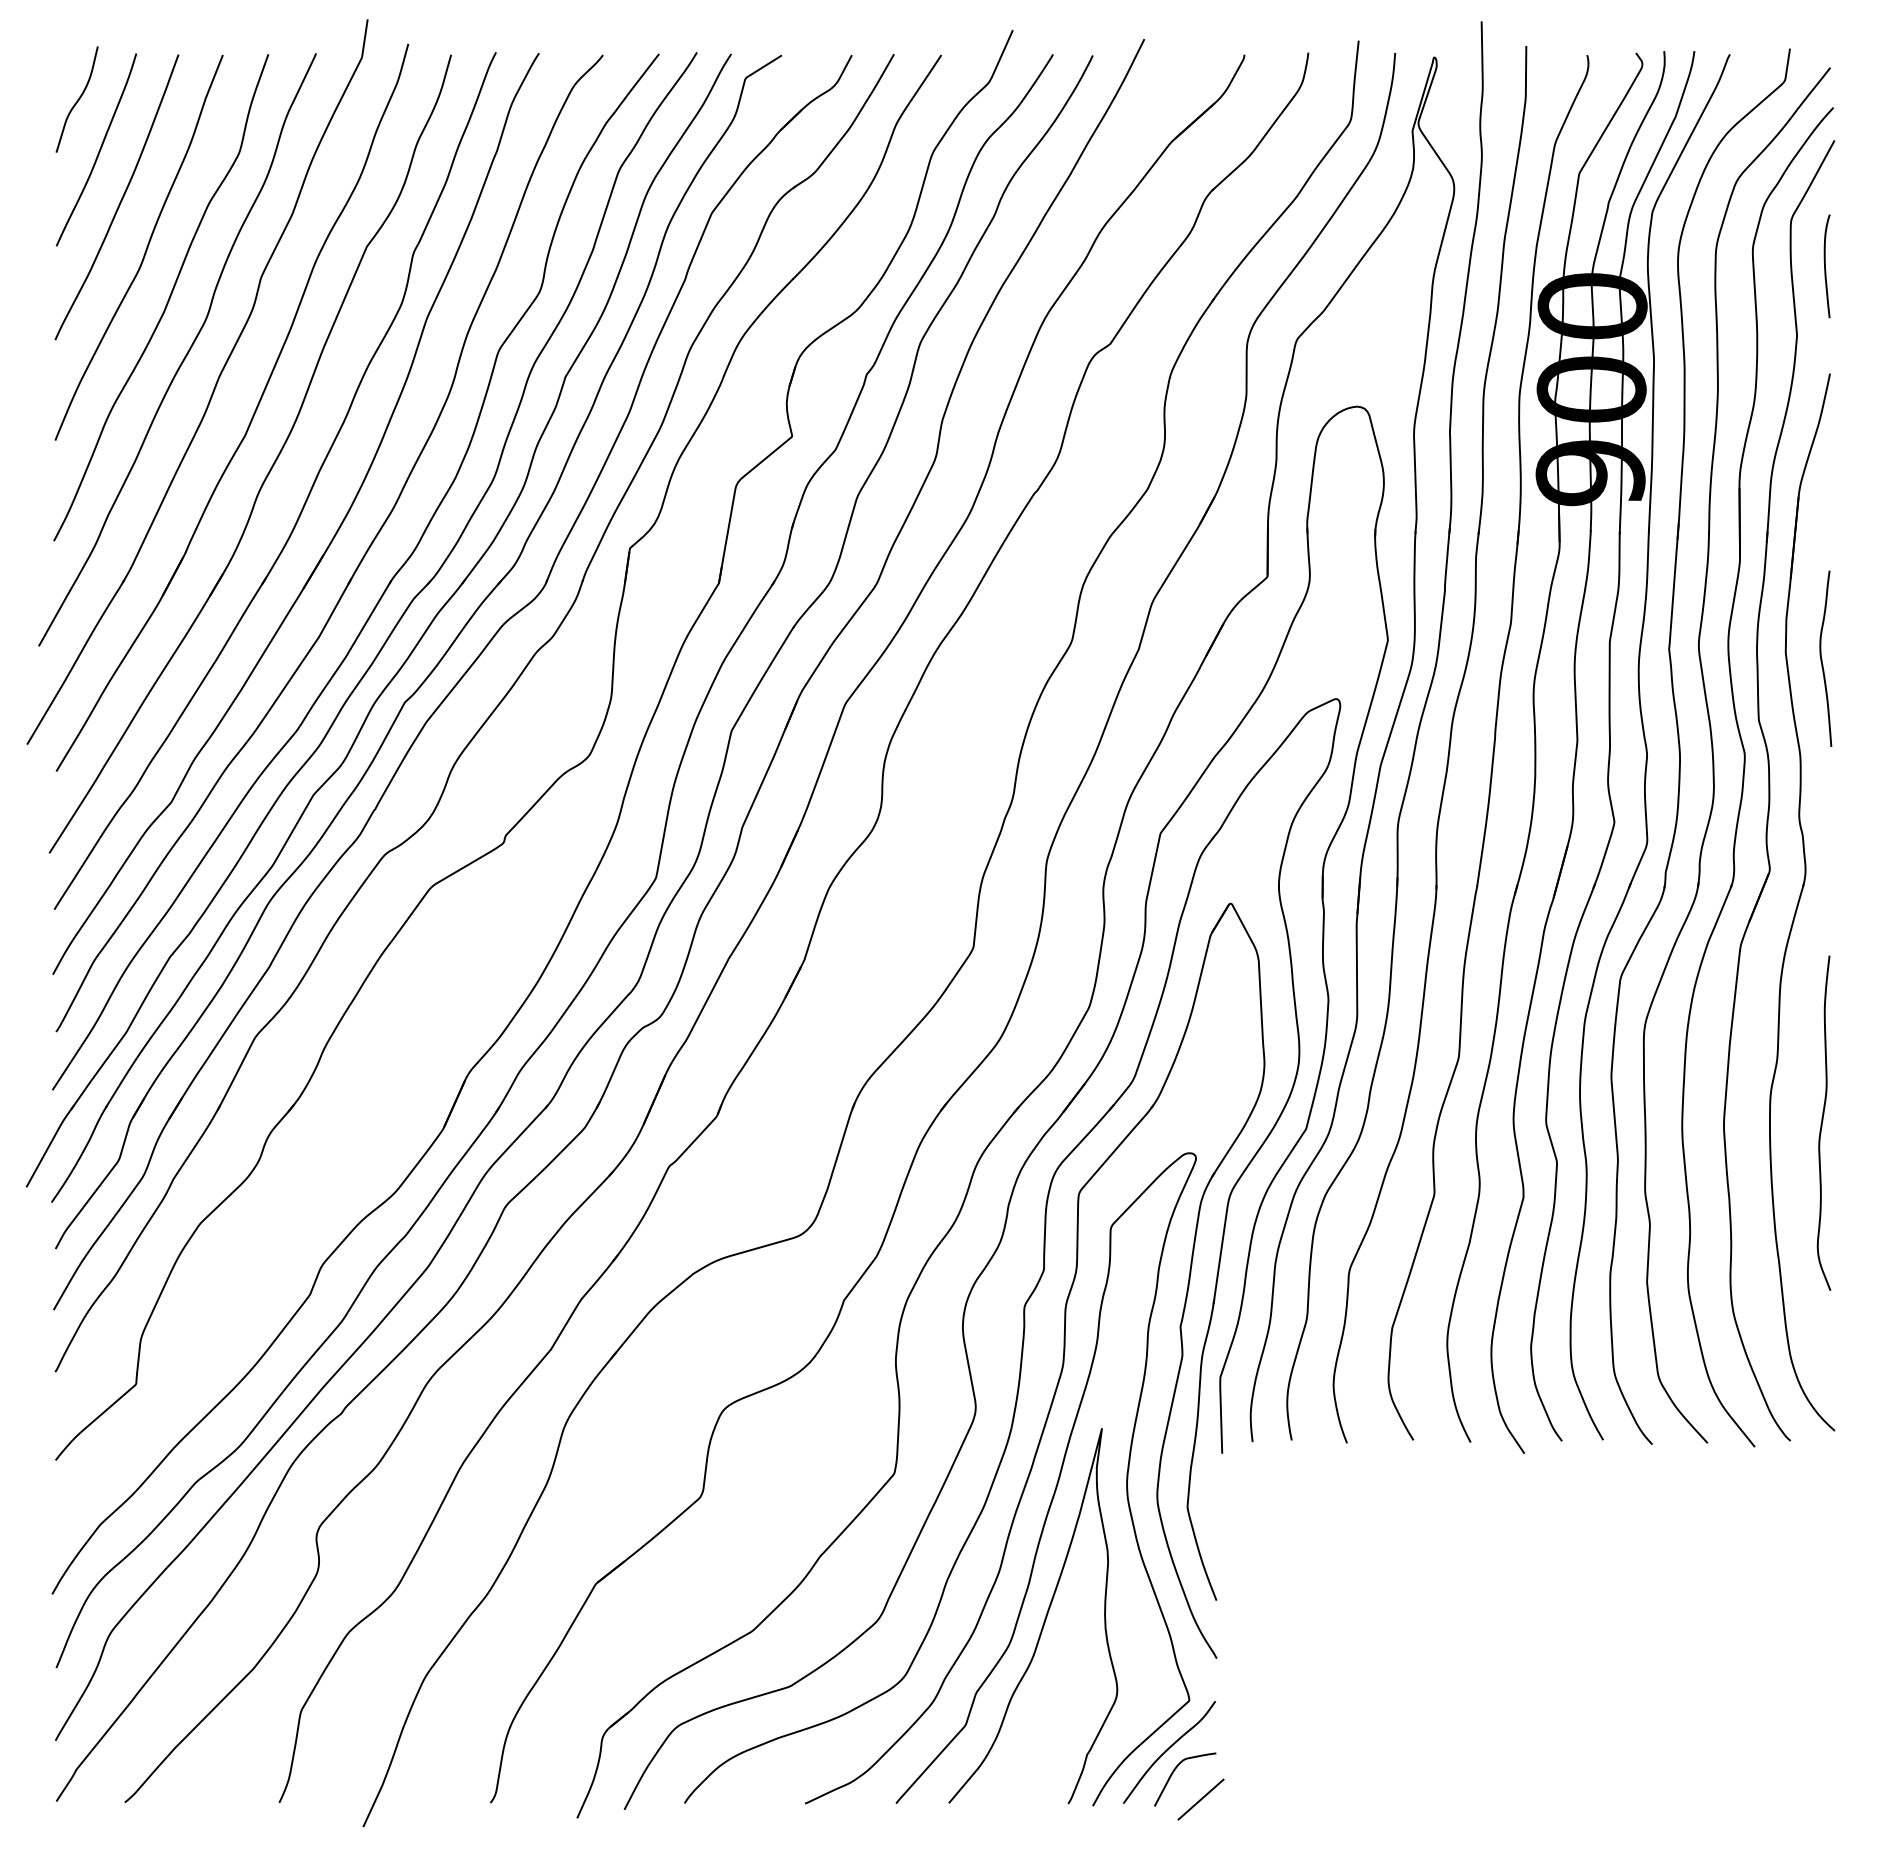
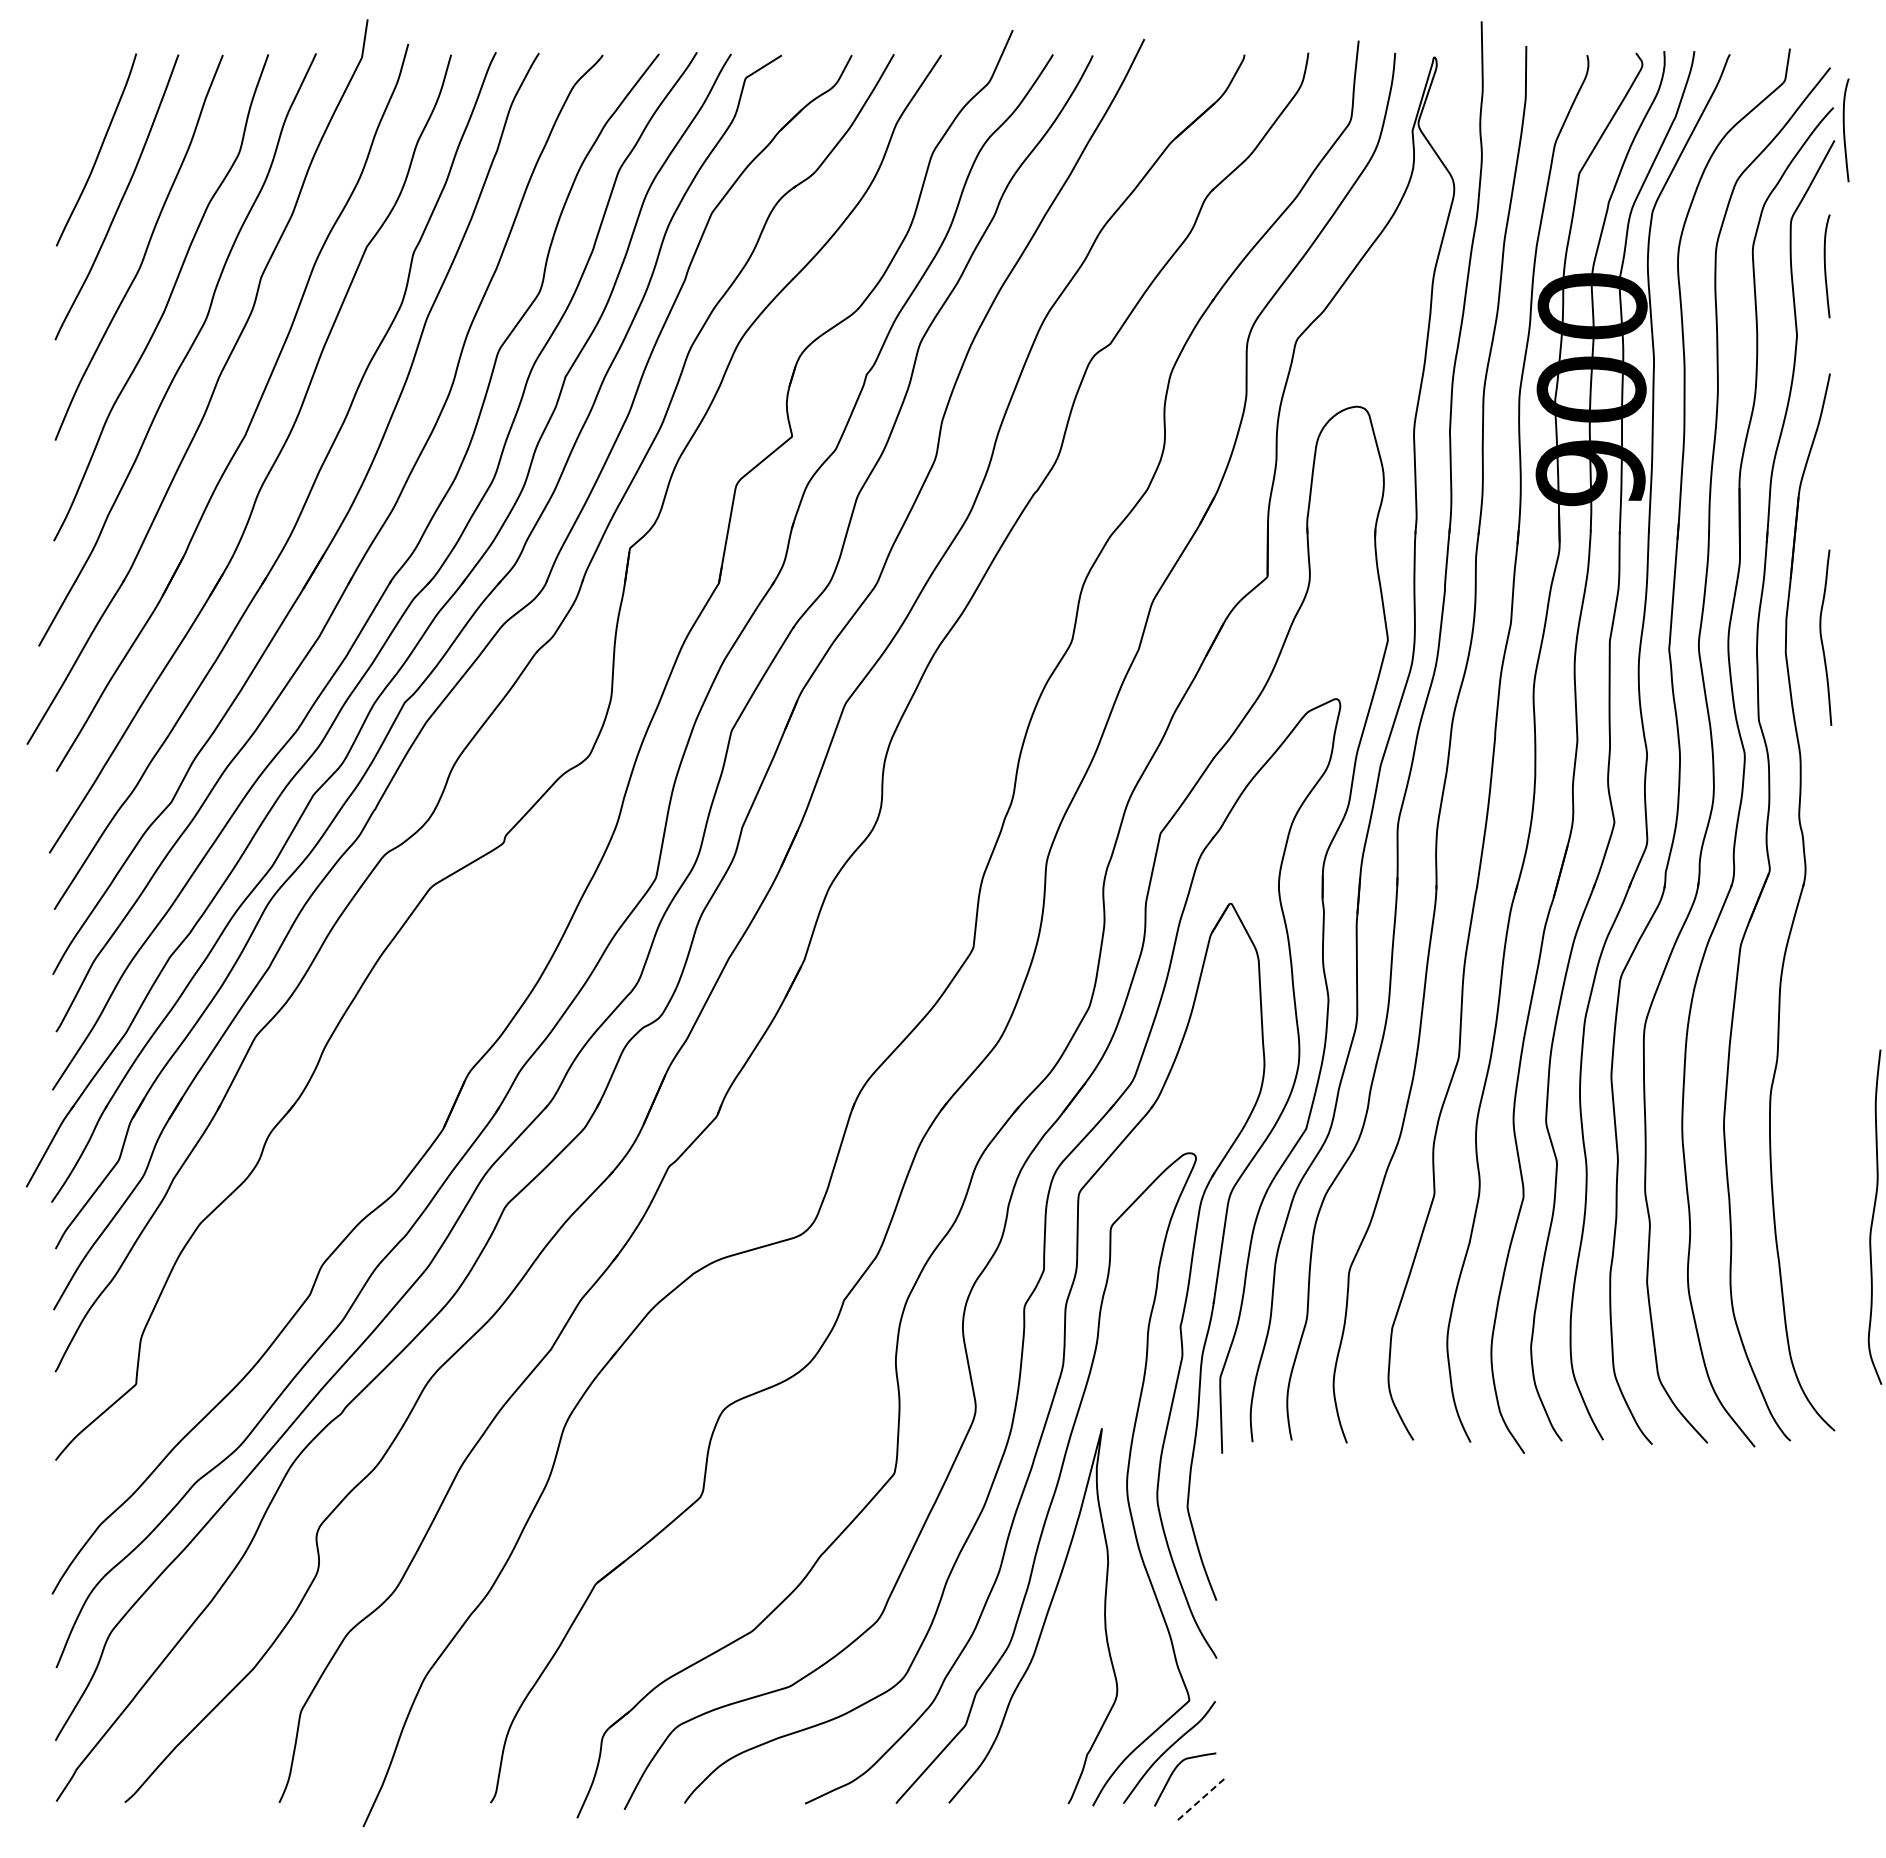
curve at (77, 99): present -> none
curve at (1844, 130): none -> present
curve at (1822, 658) position: (1822, 658) -> (1822, 637)
curve at (1823, 1121) position: (1823, 1121) -> (1874, 1215)
line at (1201, 1799): solid -> dashed
